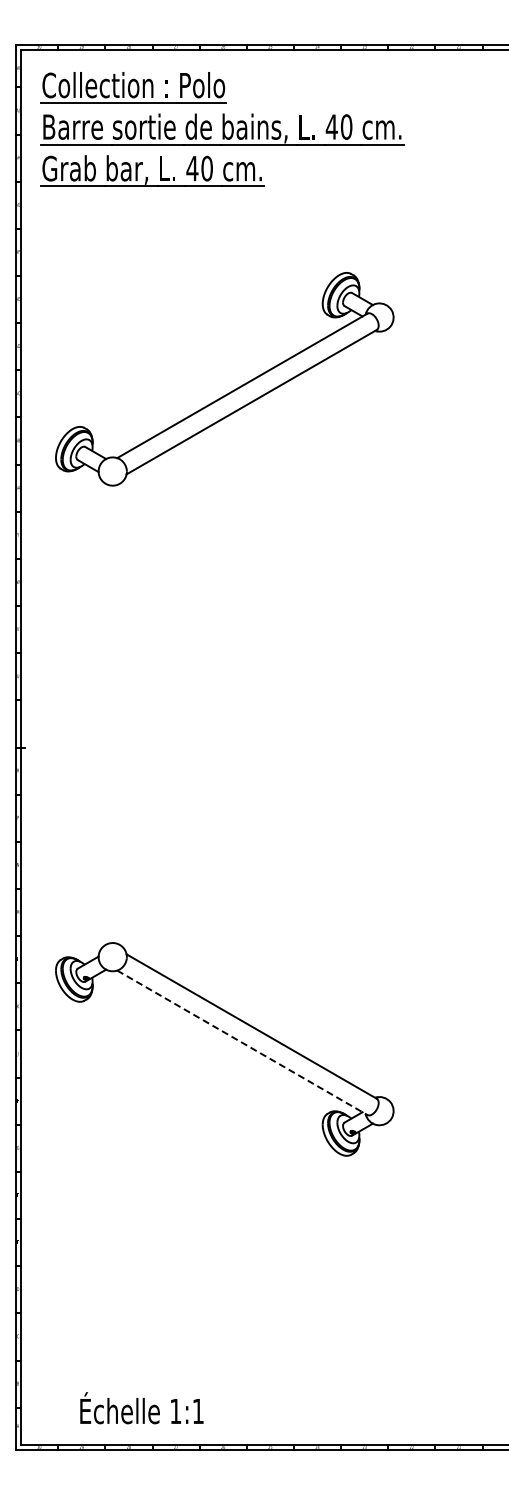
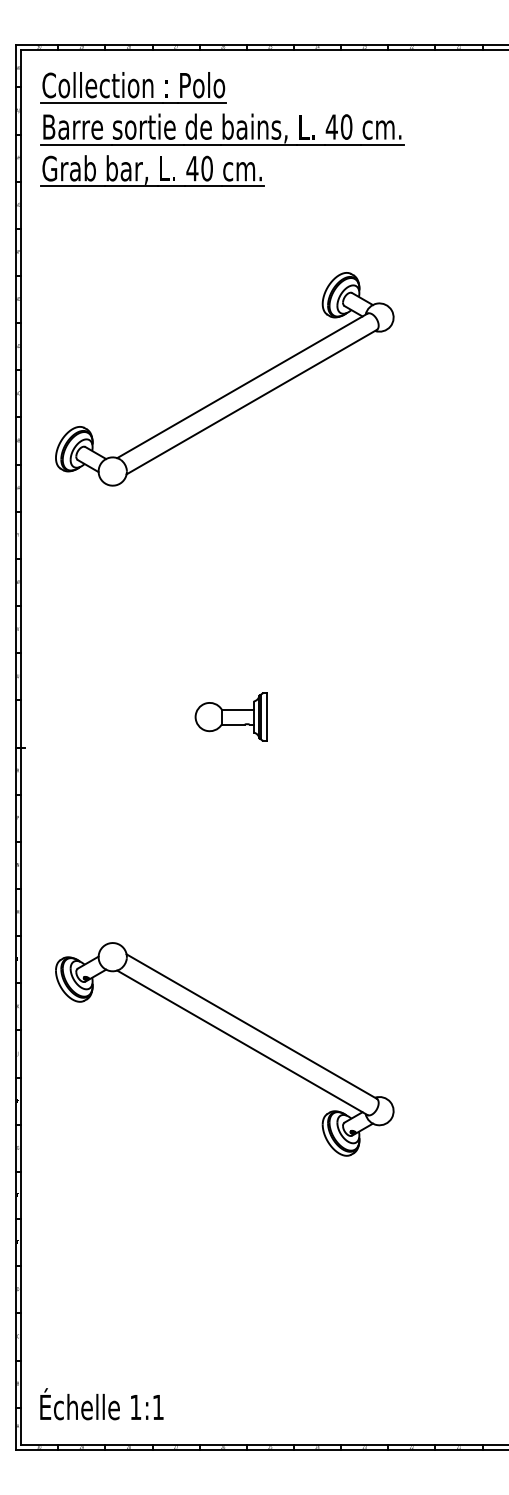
part at (230, 716): none -> present
line at (242, 1042): dashed -> solid
text at (141, 1408) position: (141, 1408) -> (101, 1404)
